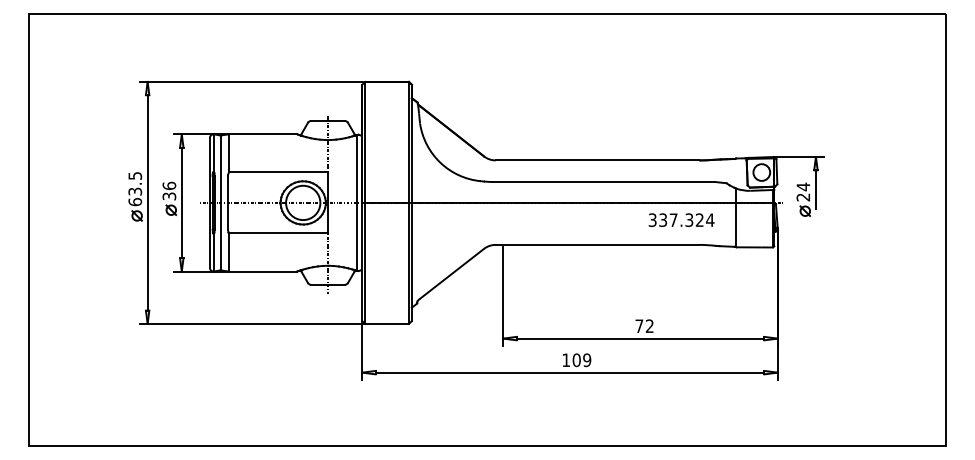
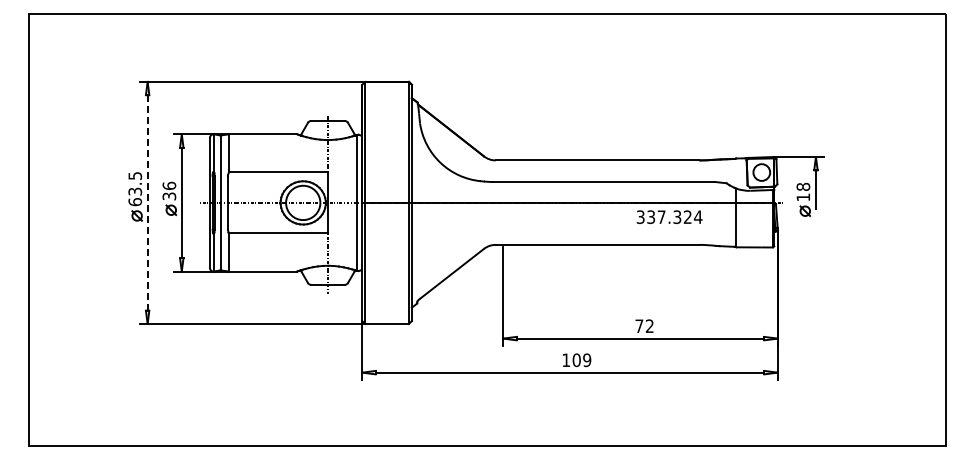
text at (803, 191): 24 -> 18
line at (147, 202): solid -> dashed
text at (681, 219) position: (681, 219) -> (669, 216)
